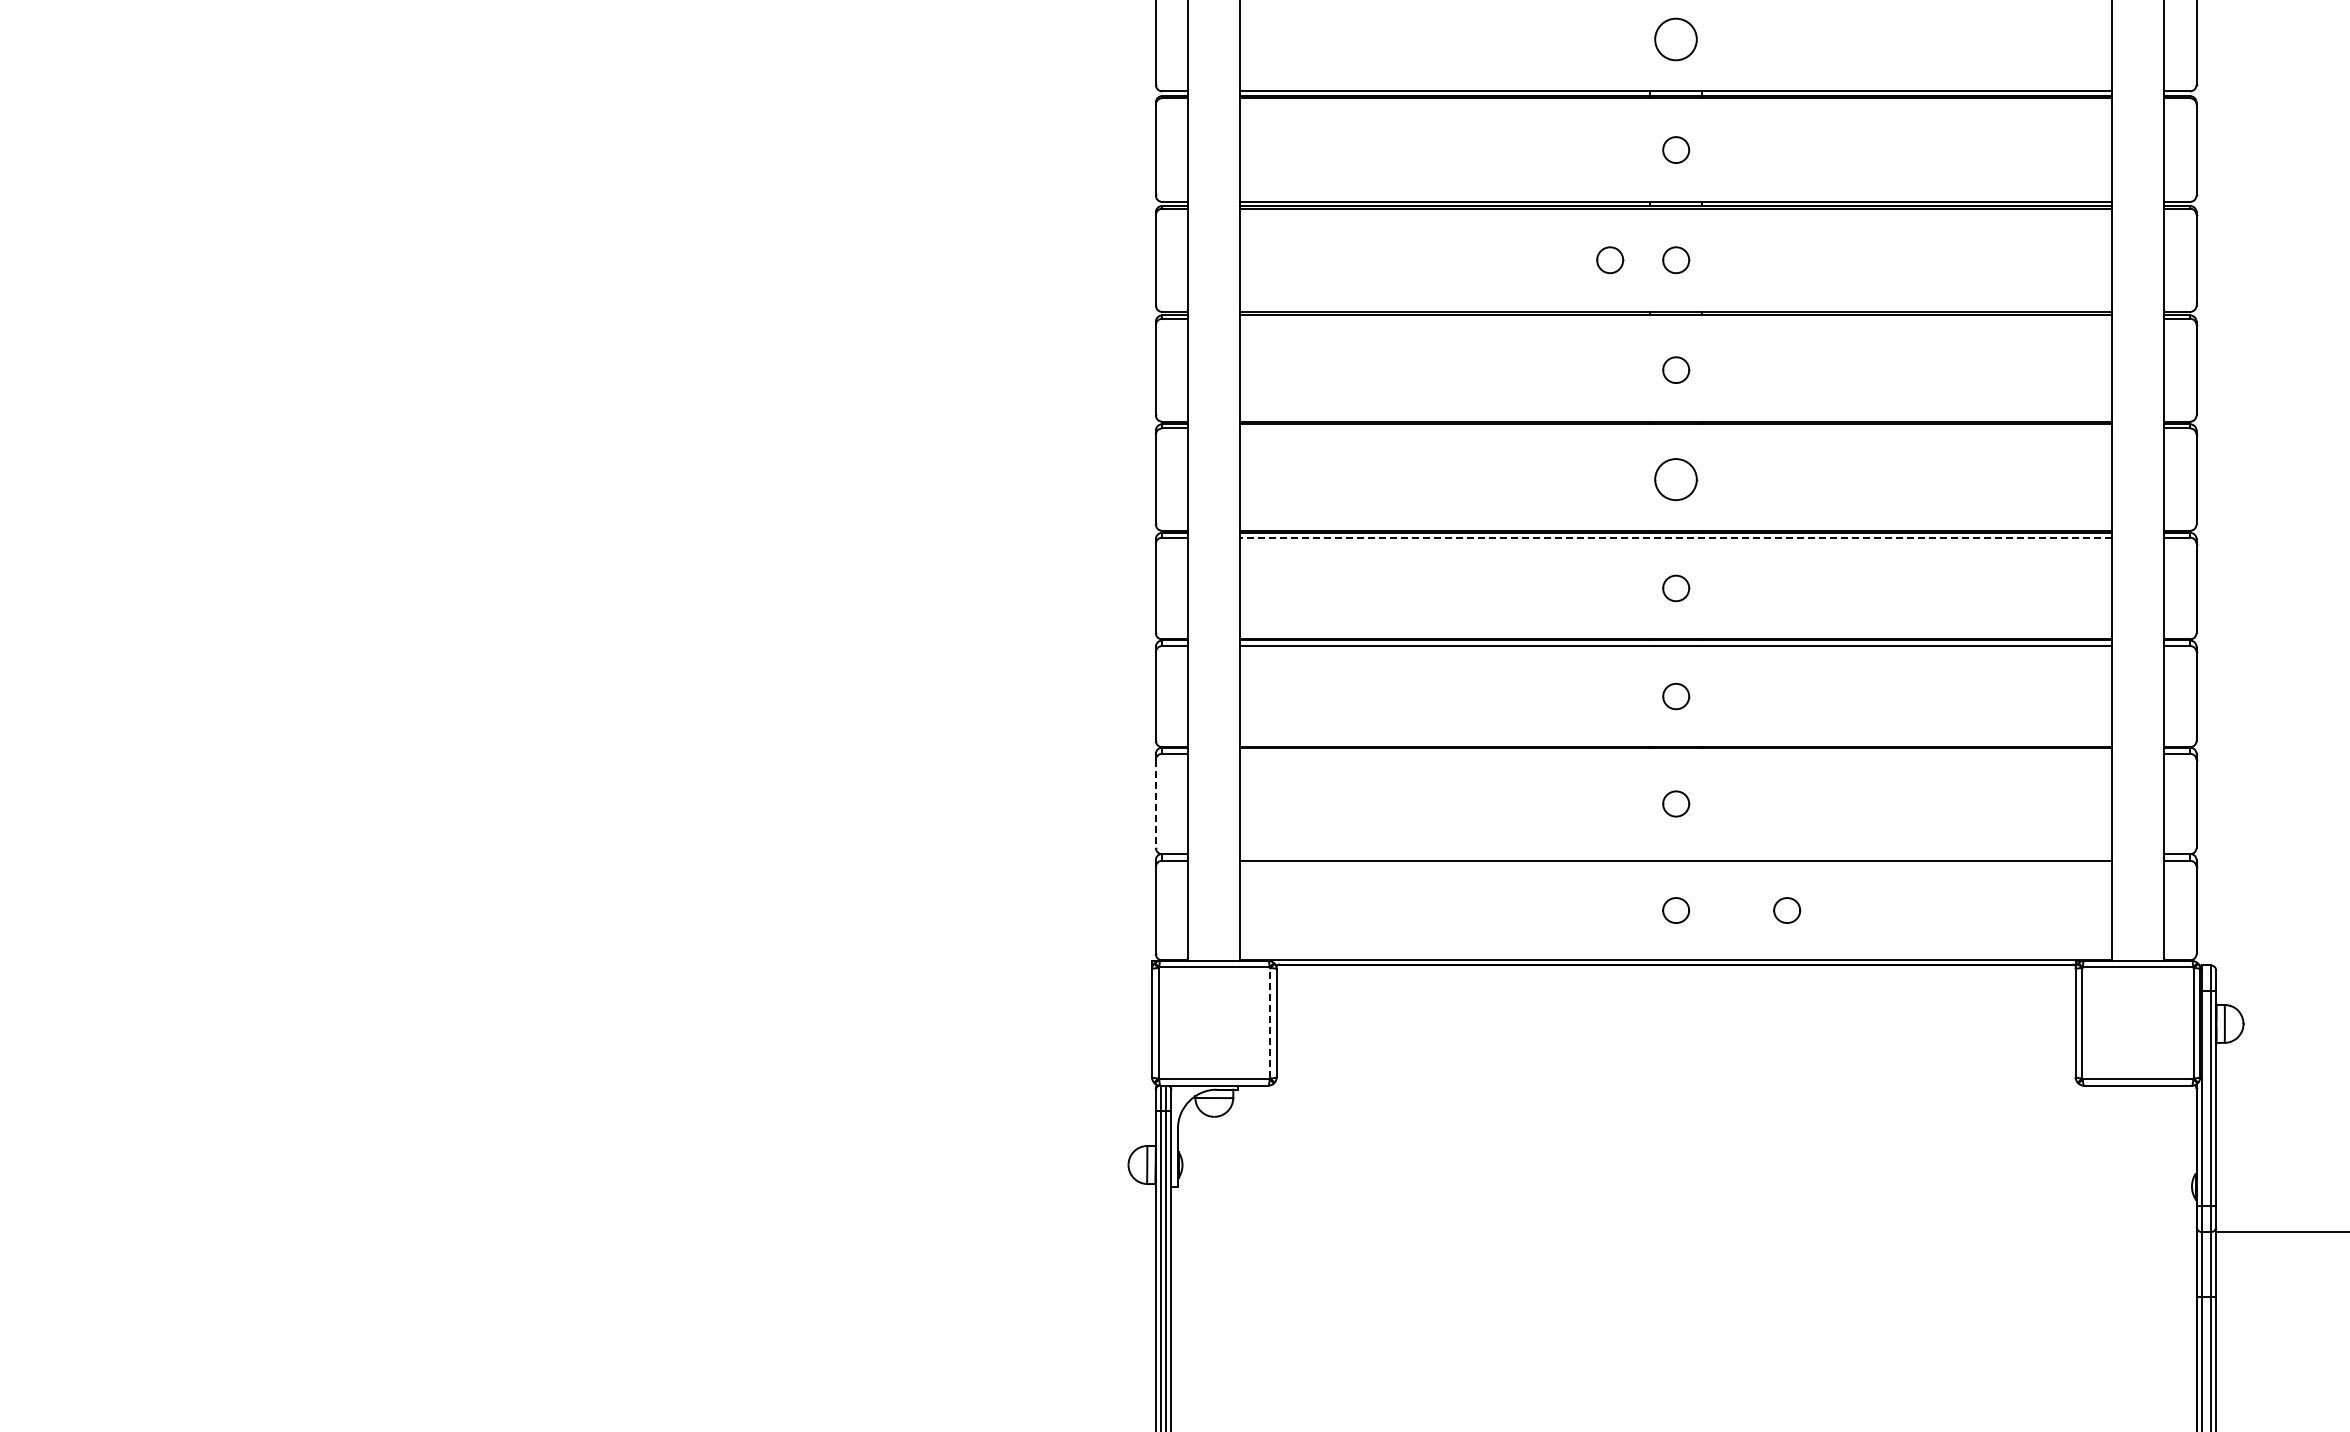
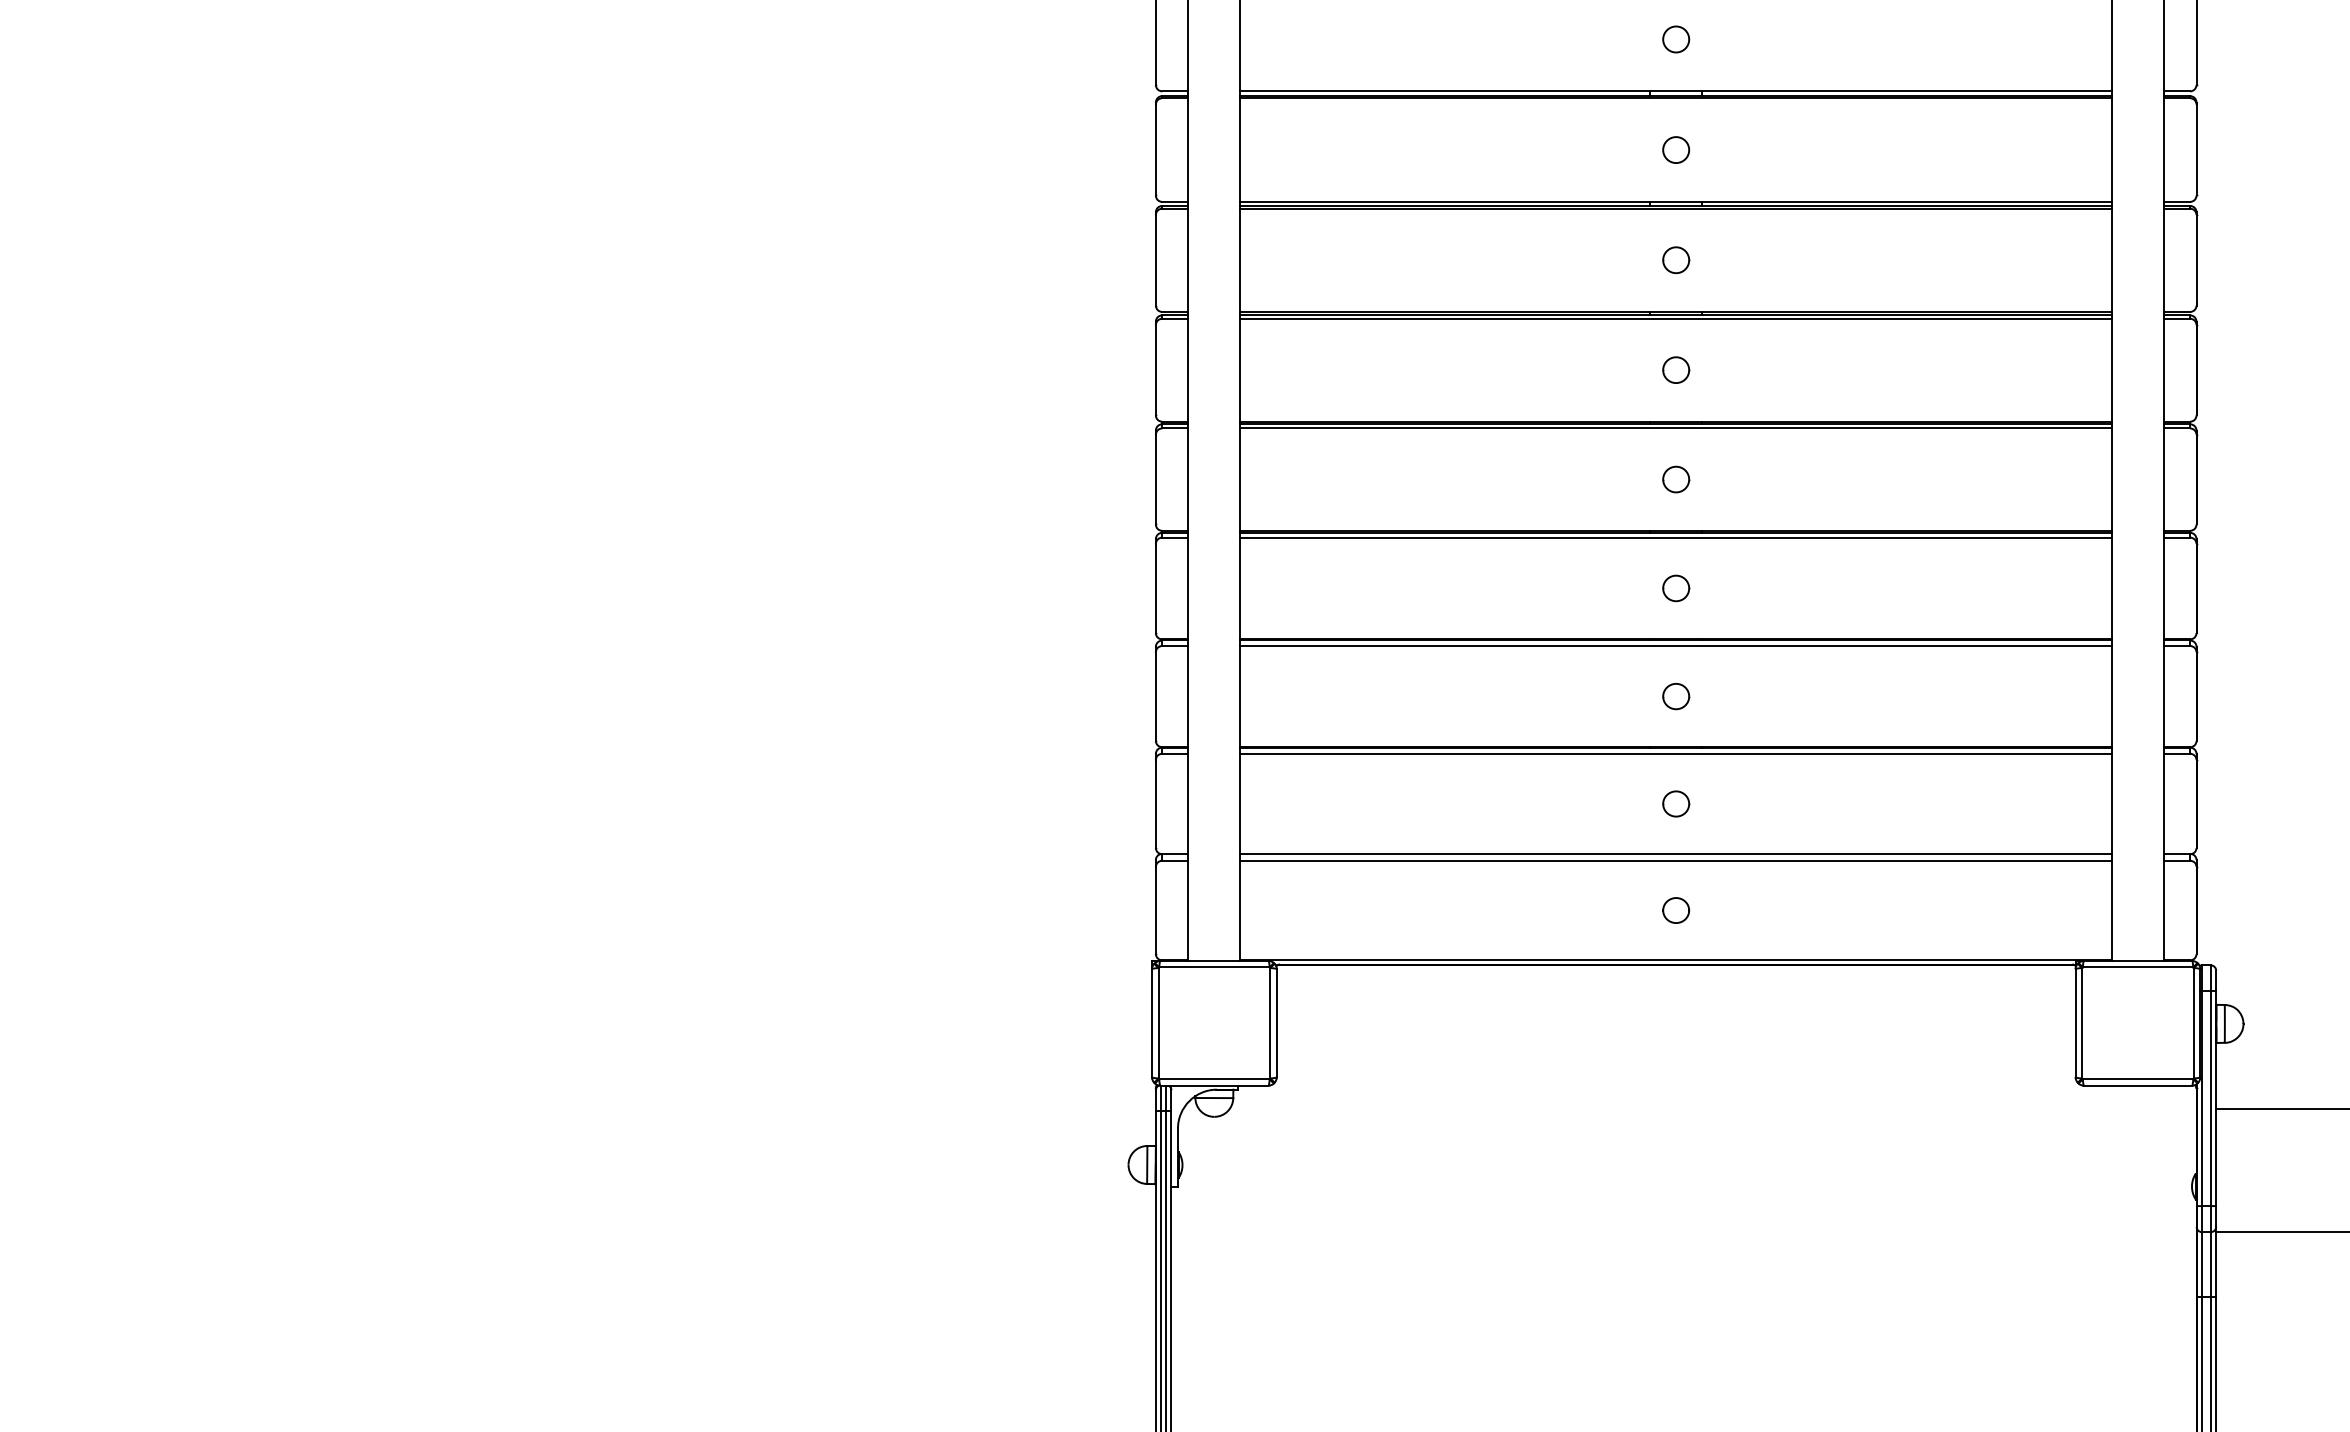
part at (1675, 39) size: 44x45 px -> 29x29 px
part at (1610, 260): present -> none
line at (1675, 318): none -> present
line at (1675, 428): none -> present
part at (1676, 479) size: 45x43 px -> 29x29 px
line at (1676, 537): dashed -> solid
line at (1675, 753): none -> present
line at (1155, 804): dashed -> solid
line at (1675, 854): none -> present
part at (1787, 910): present -> none
line at (1270, 1022): dashed -> solid
line at (2281, 1108): none -> present
